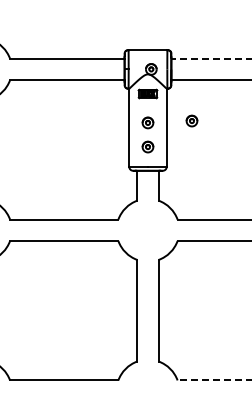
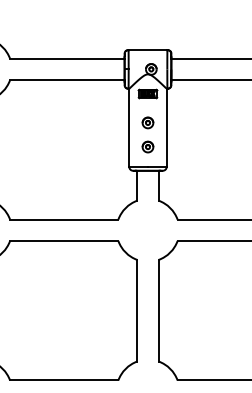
line at (210, 58): dashed -> solid
part at (191, 120): present -> none
line at (214, 380): dashed -> solid
